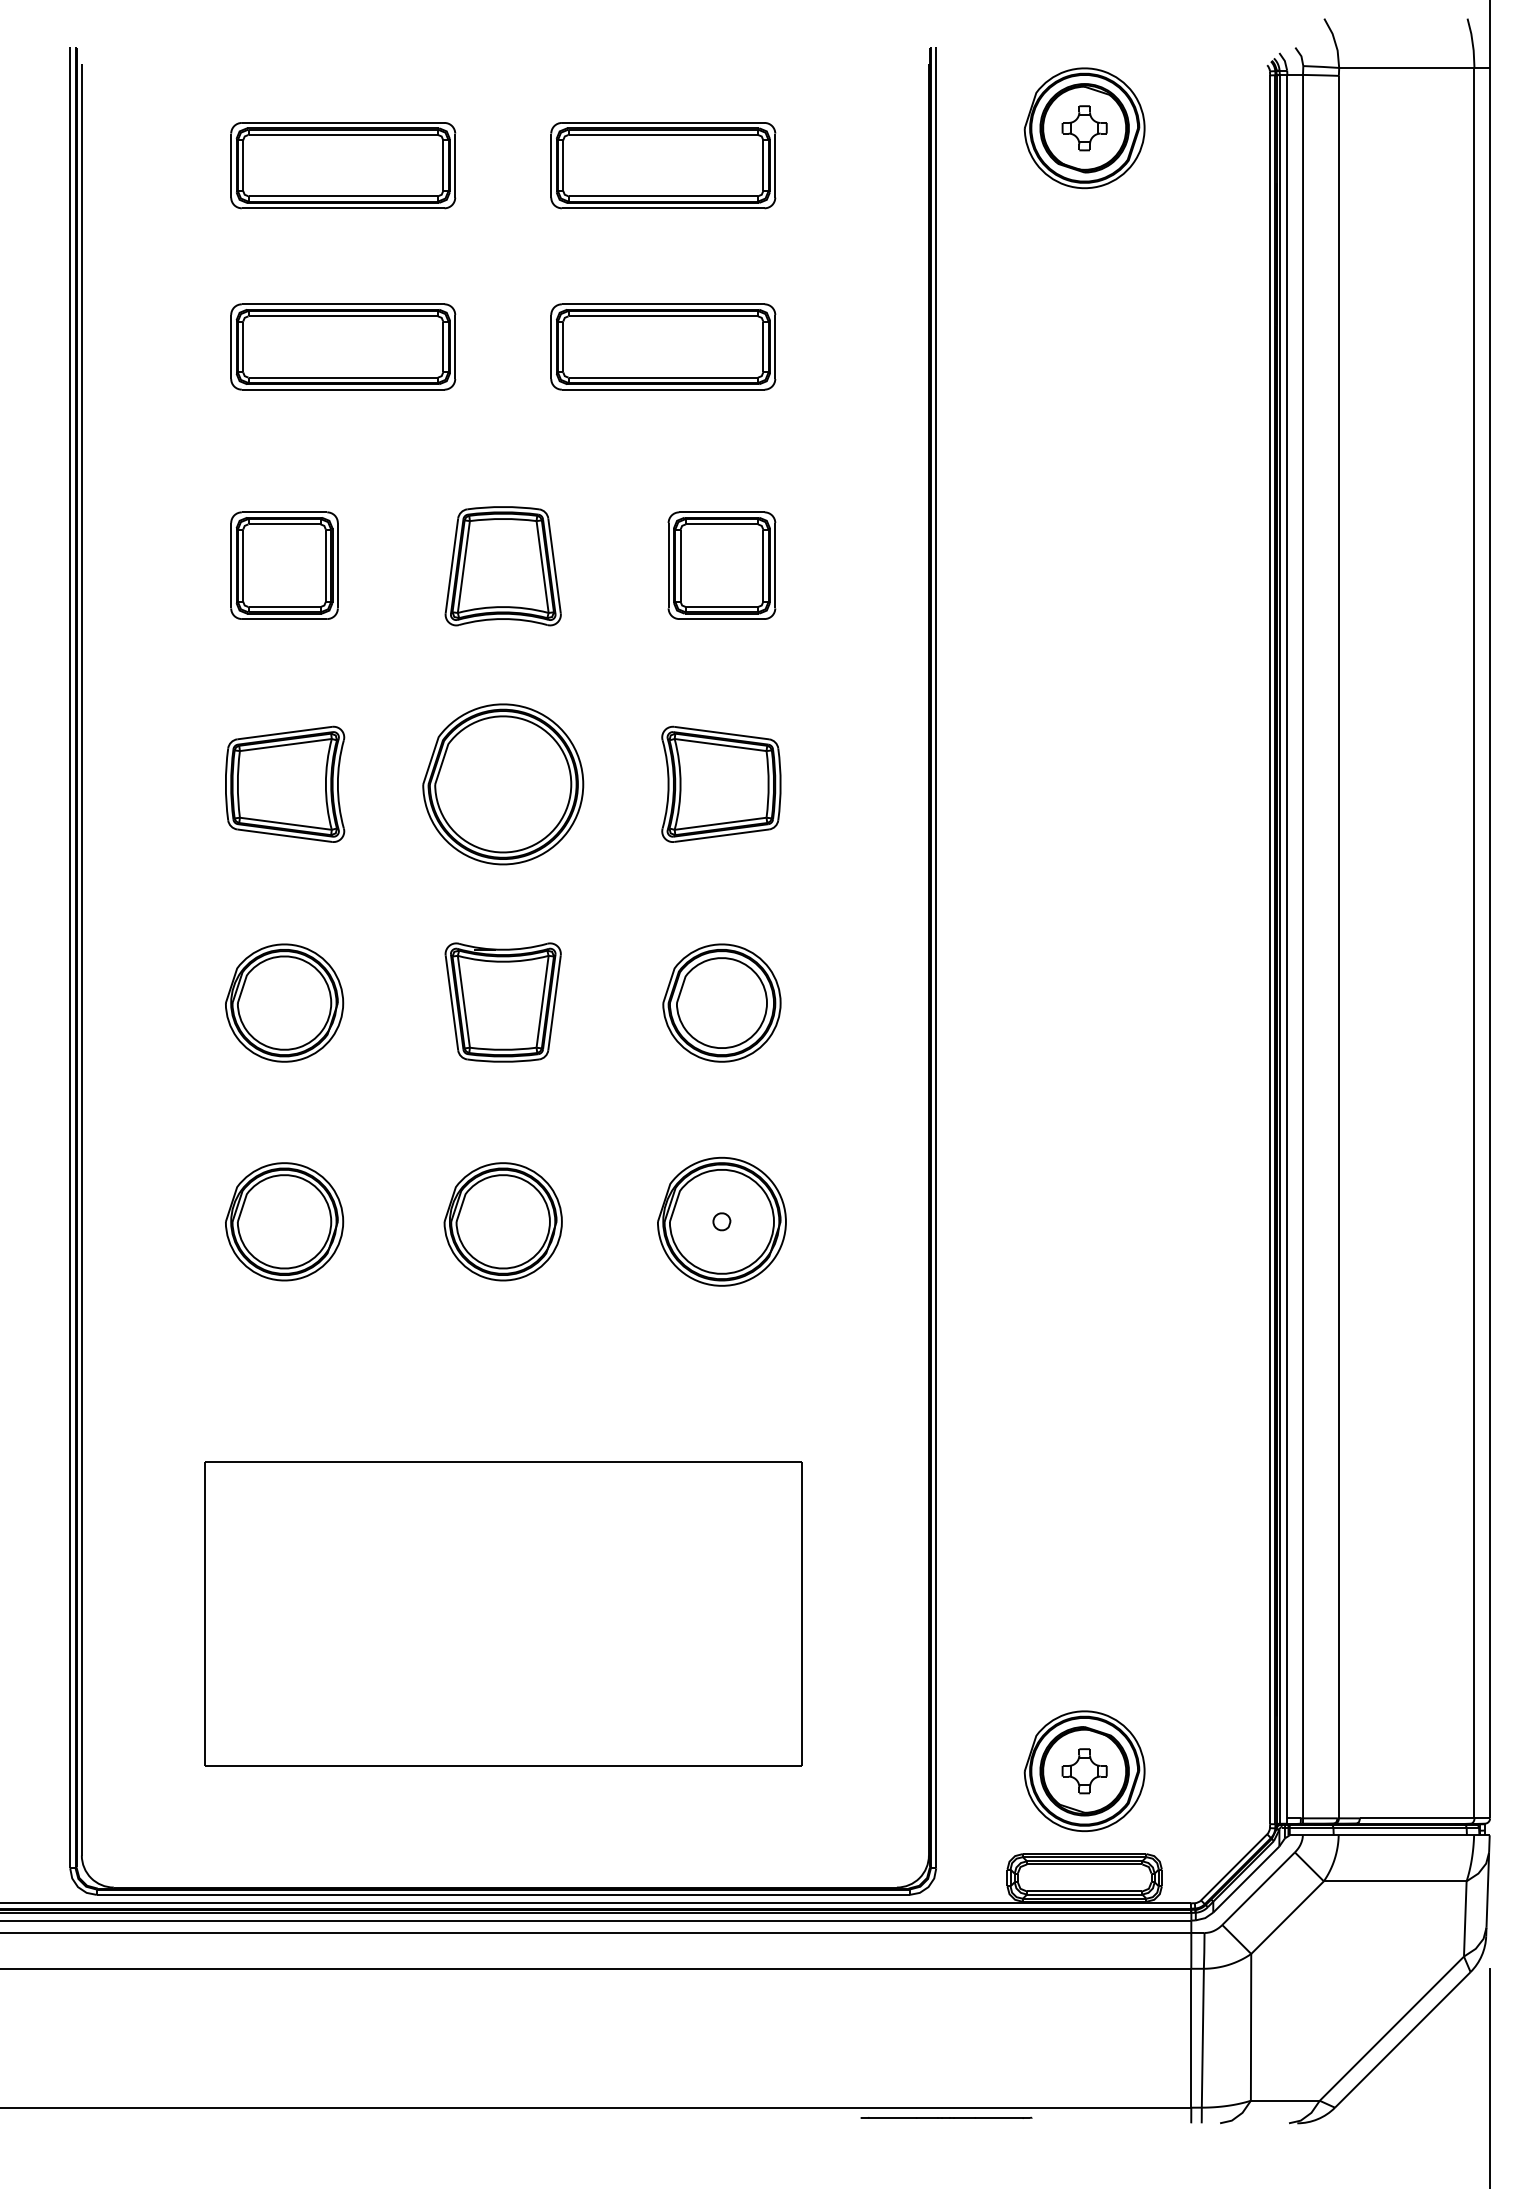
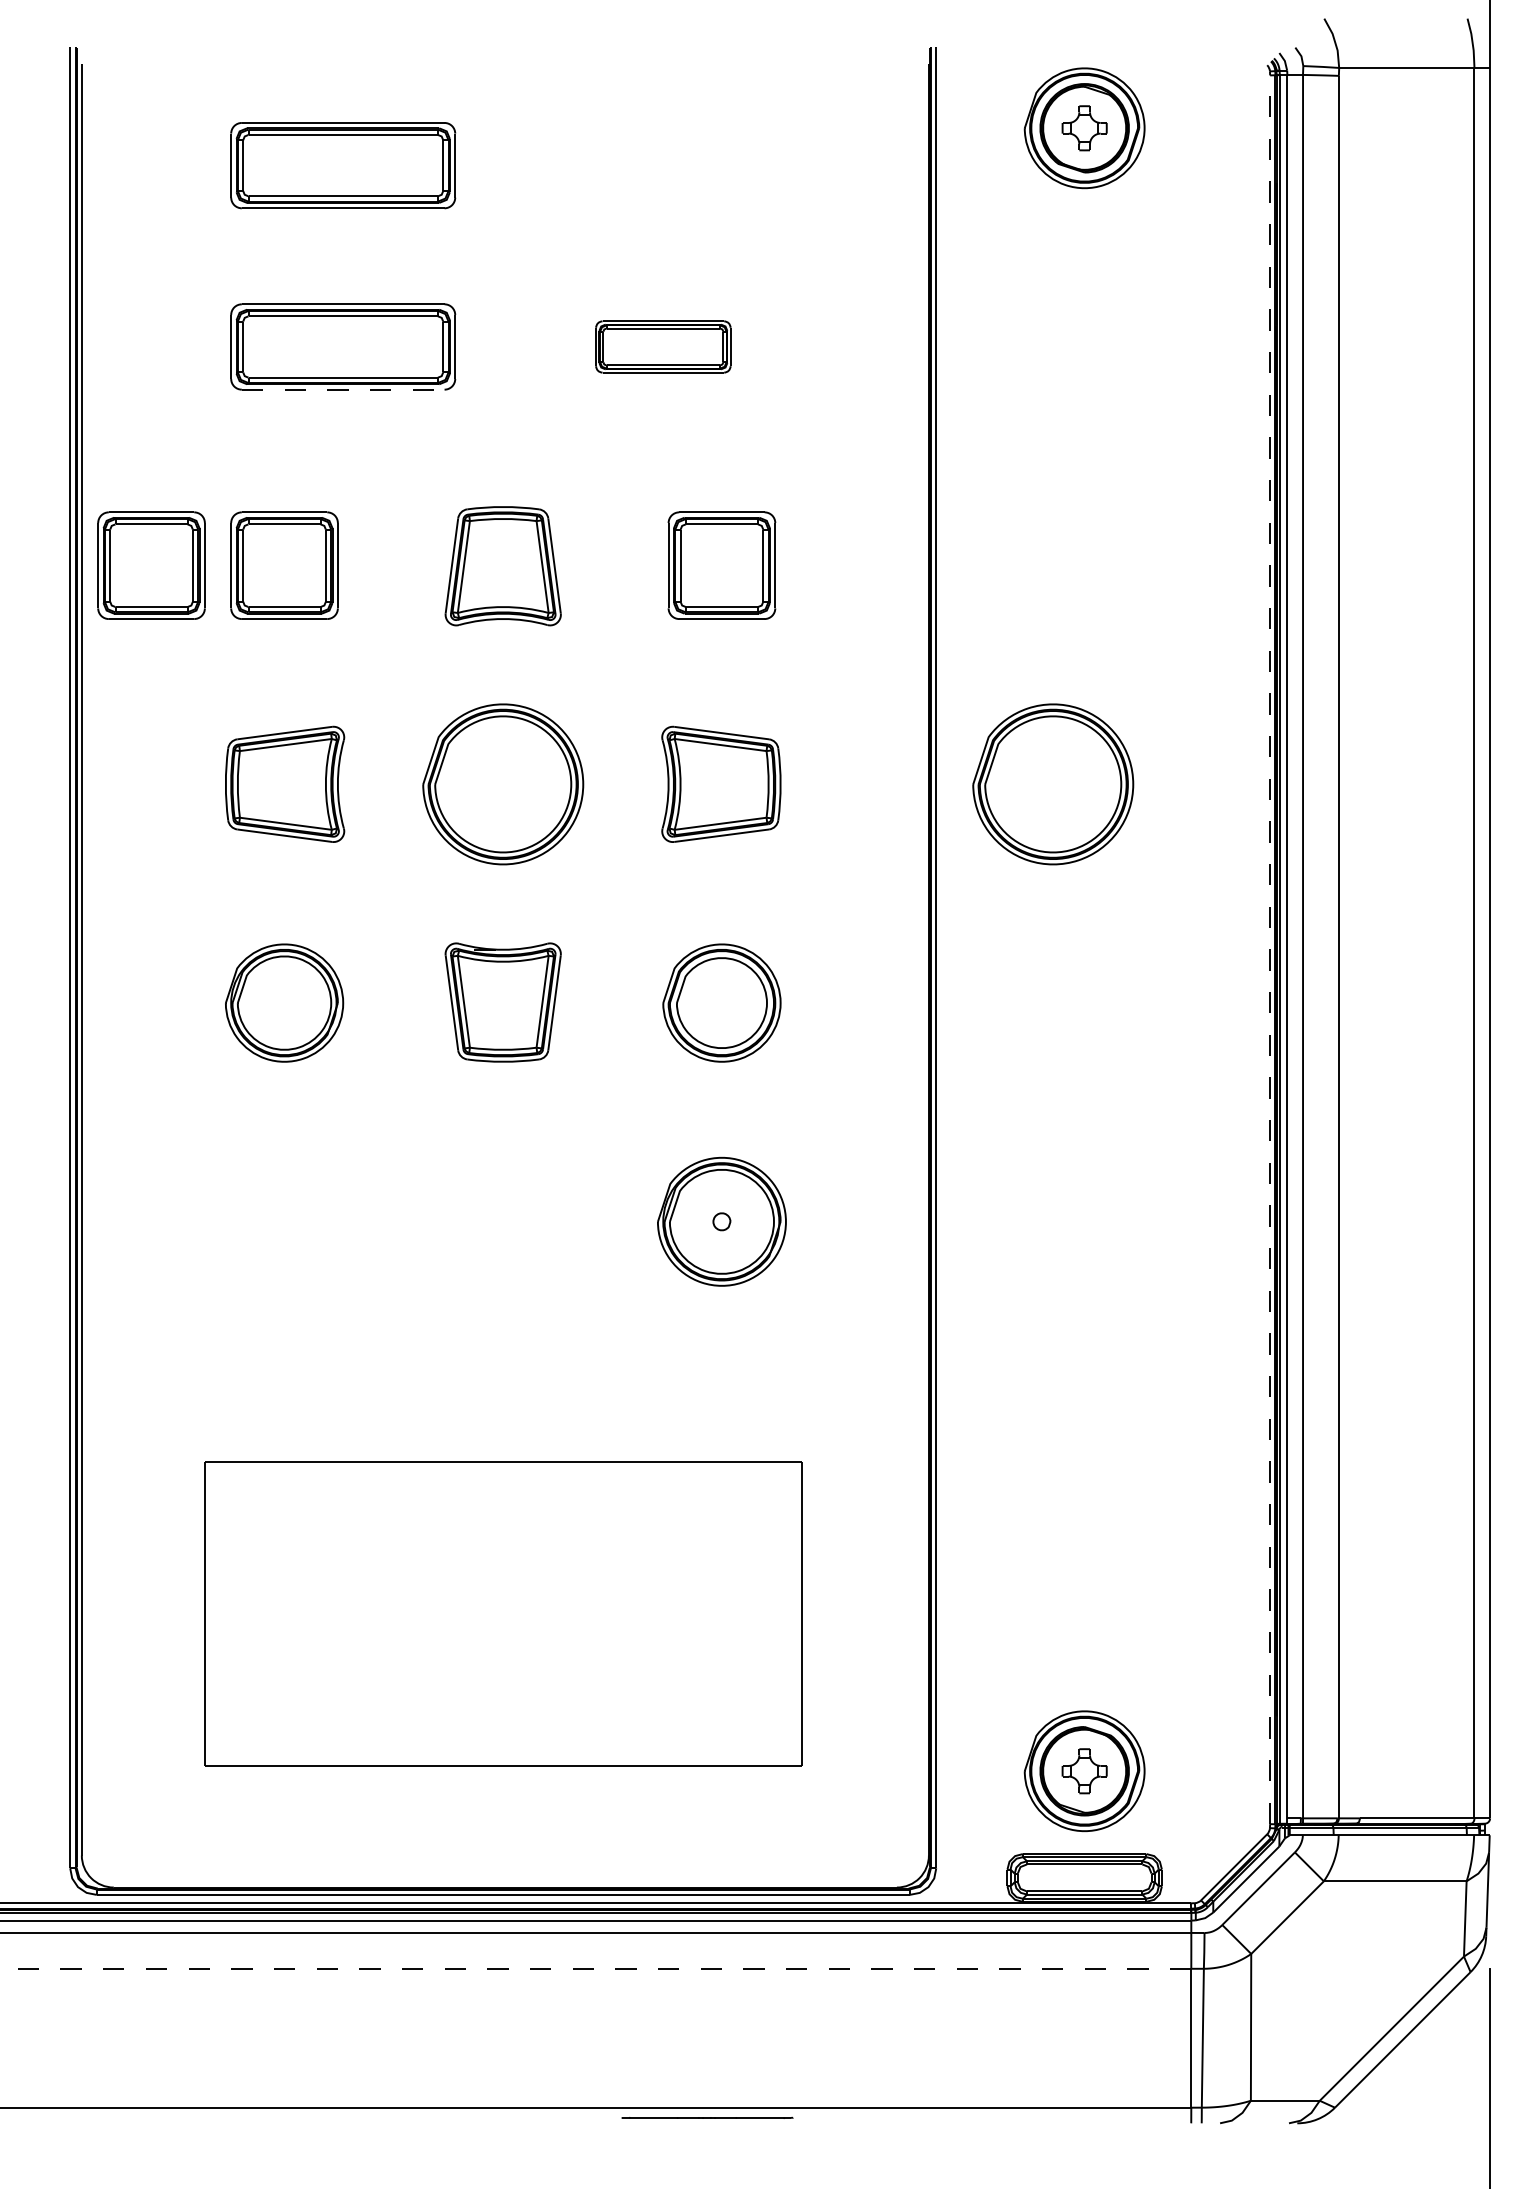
part at (663, 165): present -> none
part at (663, 346) size: 227x88 px -> 137x54 px
line at (343, 389): solid -> dashed
part at (151, 565): none -> present
part at (1053, 784): none -> present
line at (1270, 949): solid -> dashed
part at (284, 1221): present -> none
part at (502, 1221): present -> none
line at (595, 1968): solid -> dashed
line at (946, 2117) position: (946, 2117) -> (707, 2117)
